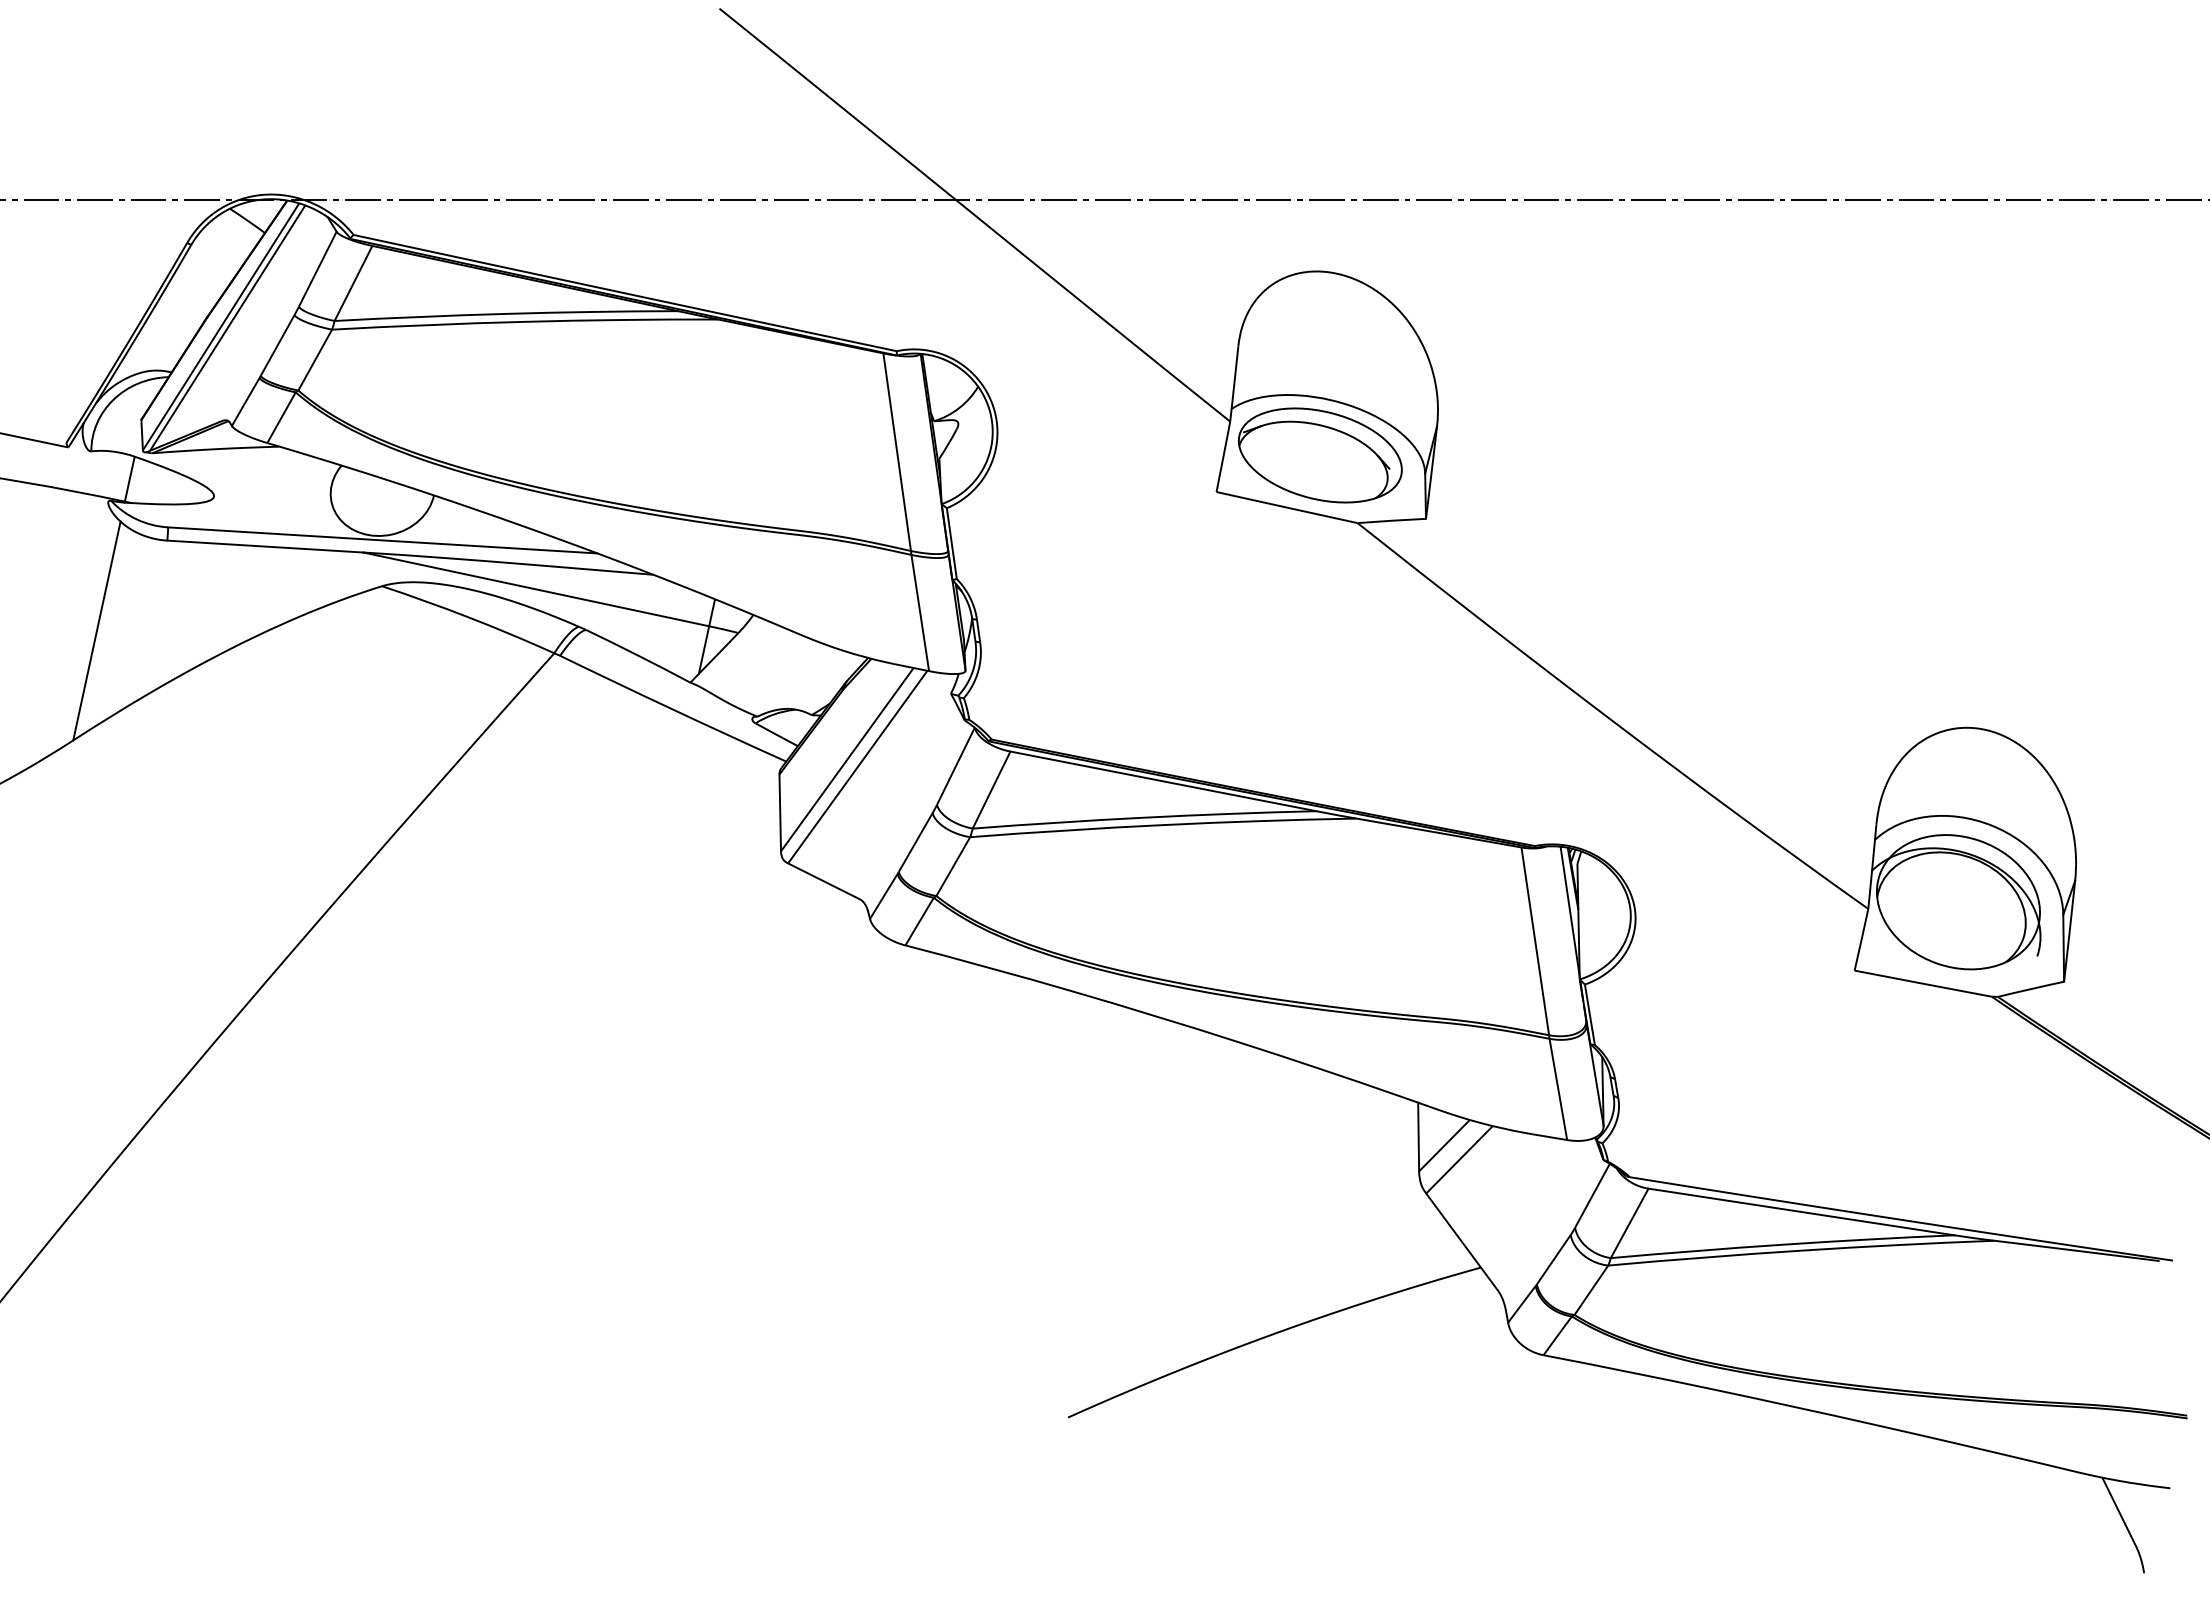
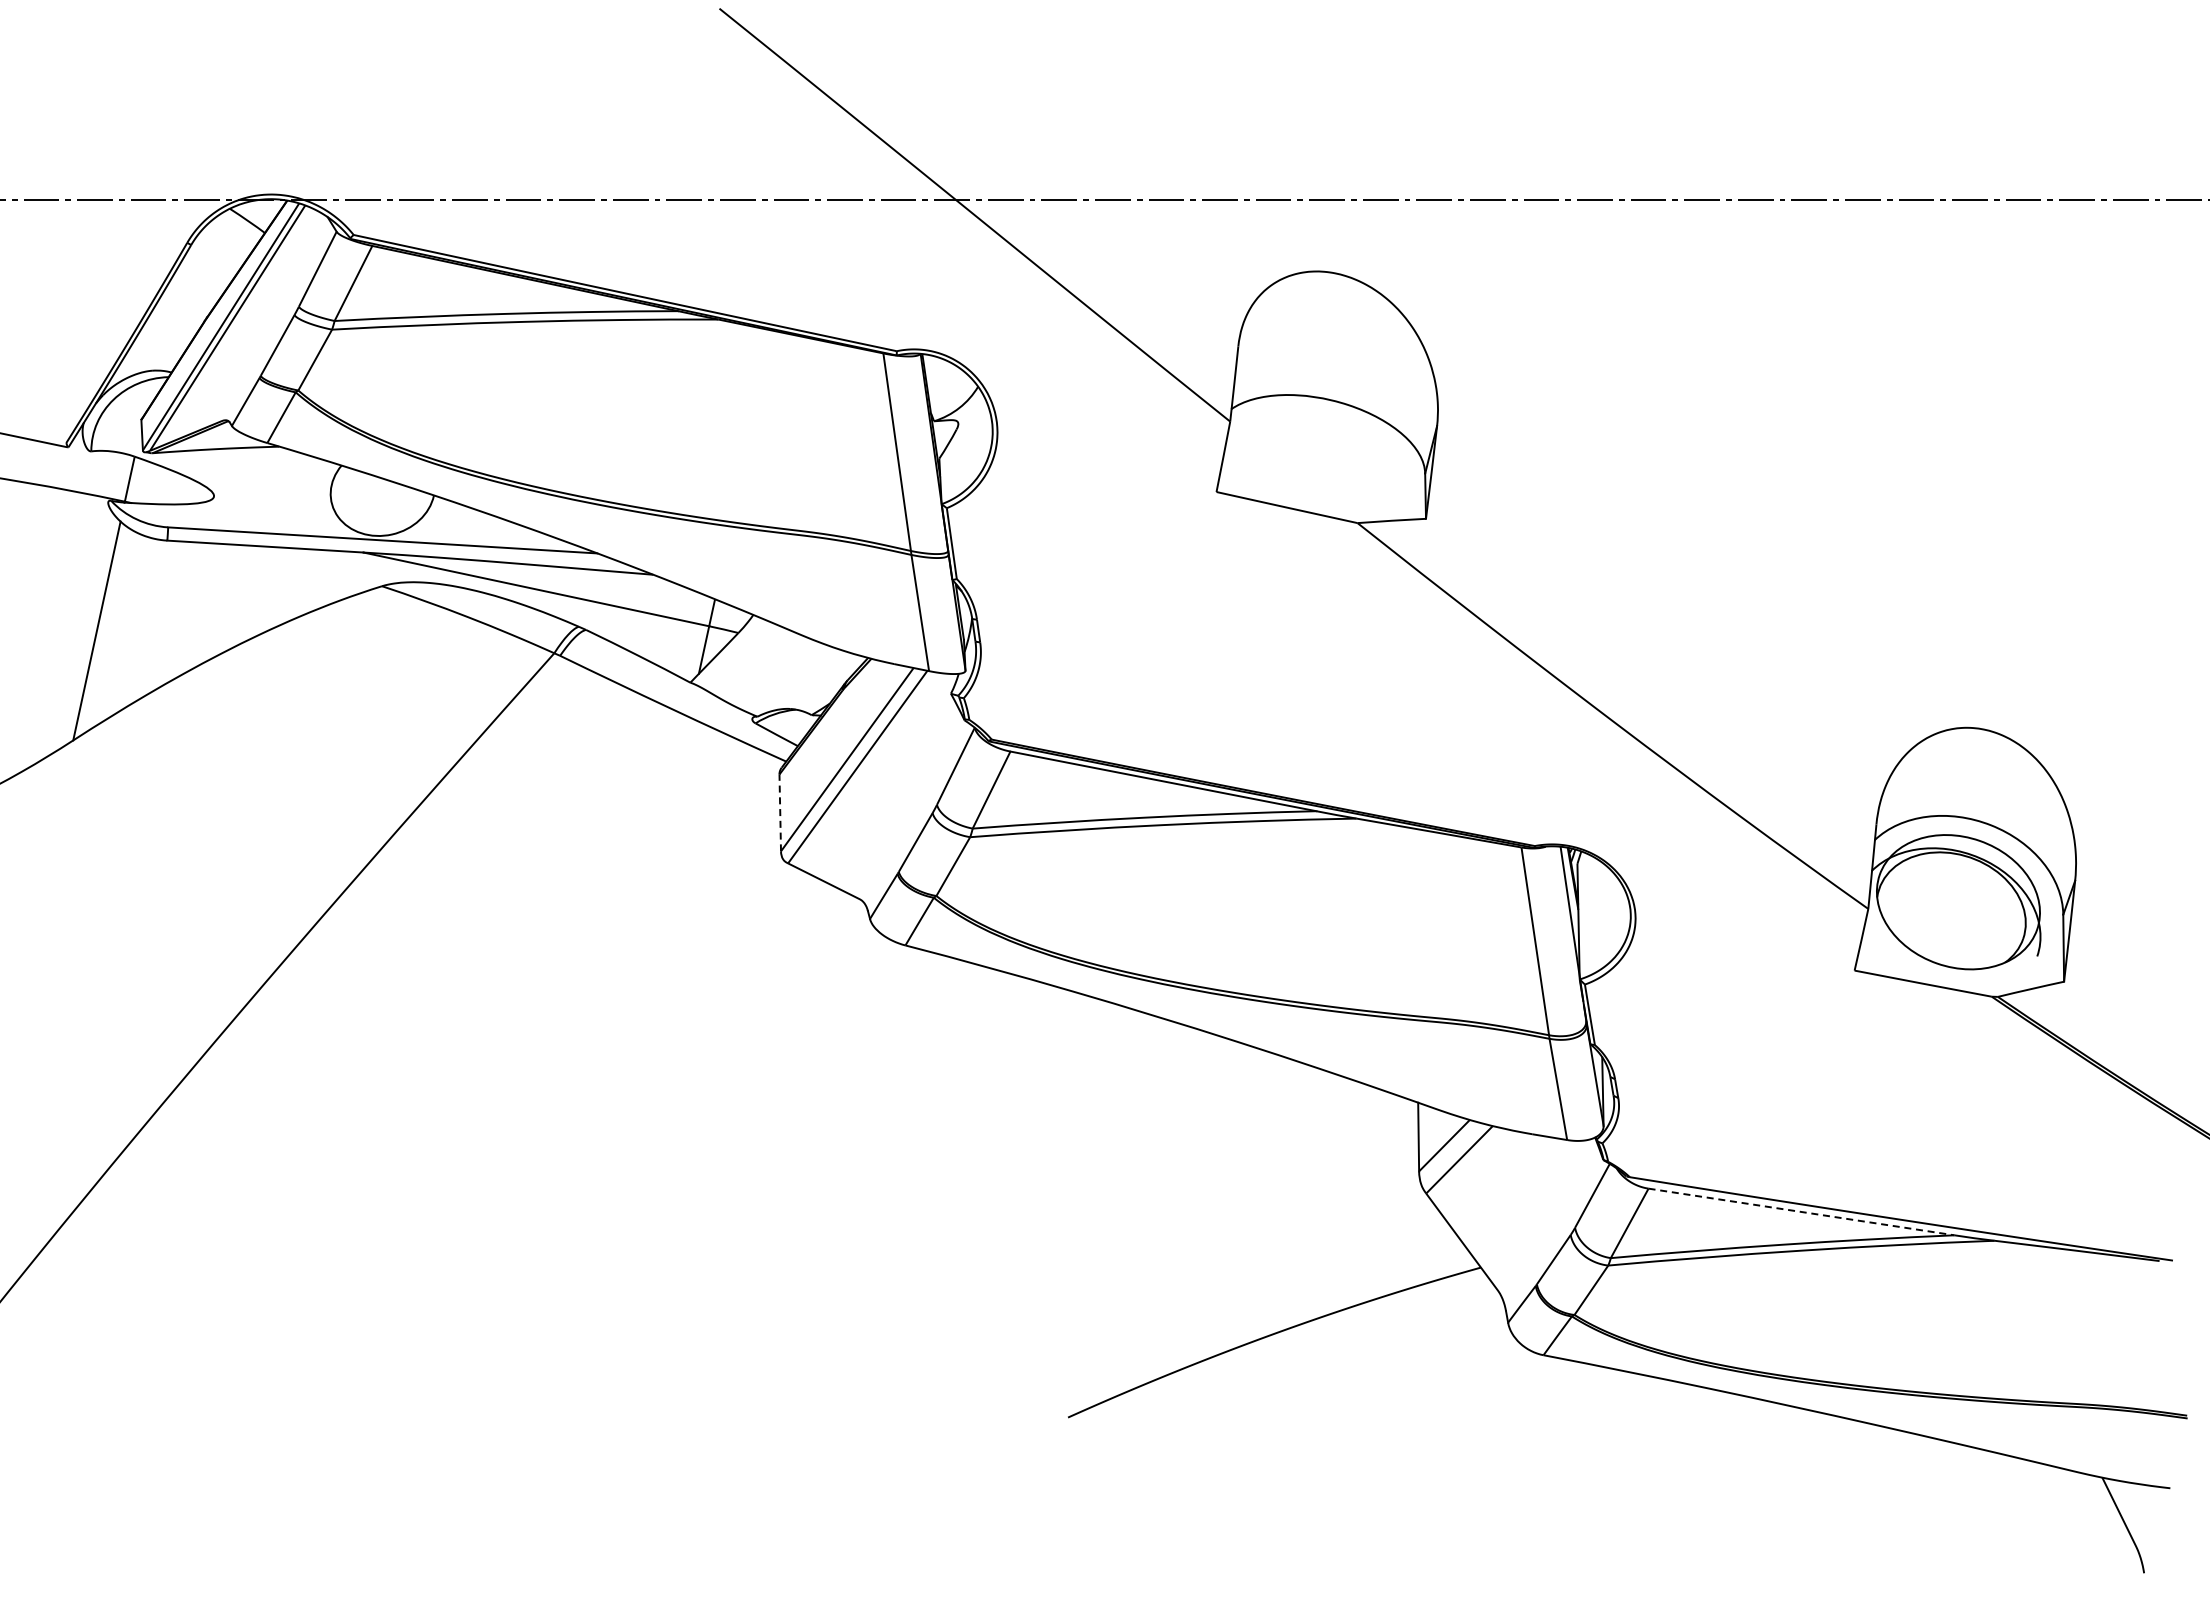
part at (1320, 455): present -> none
line at (780, 812): solid -> dashed
line at (1801, 1211): solid -> dashed
